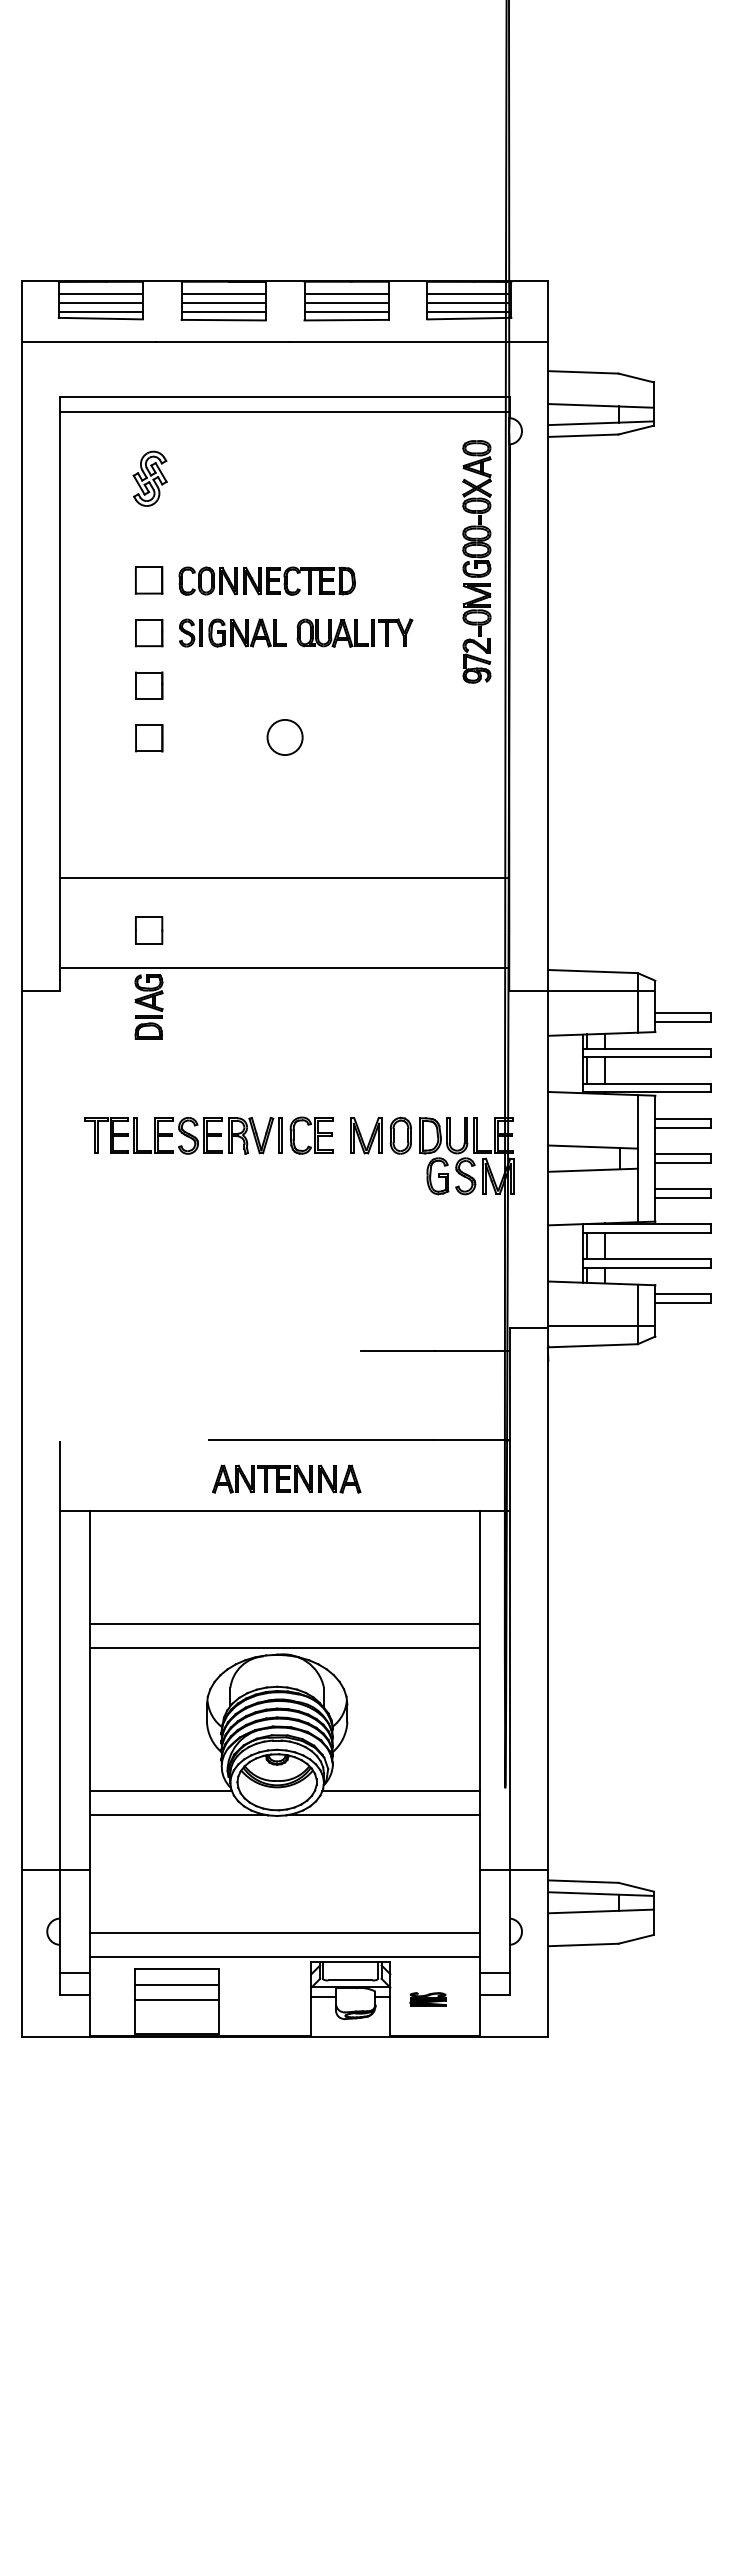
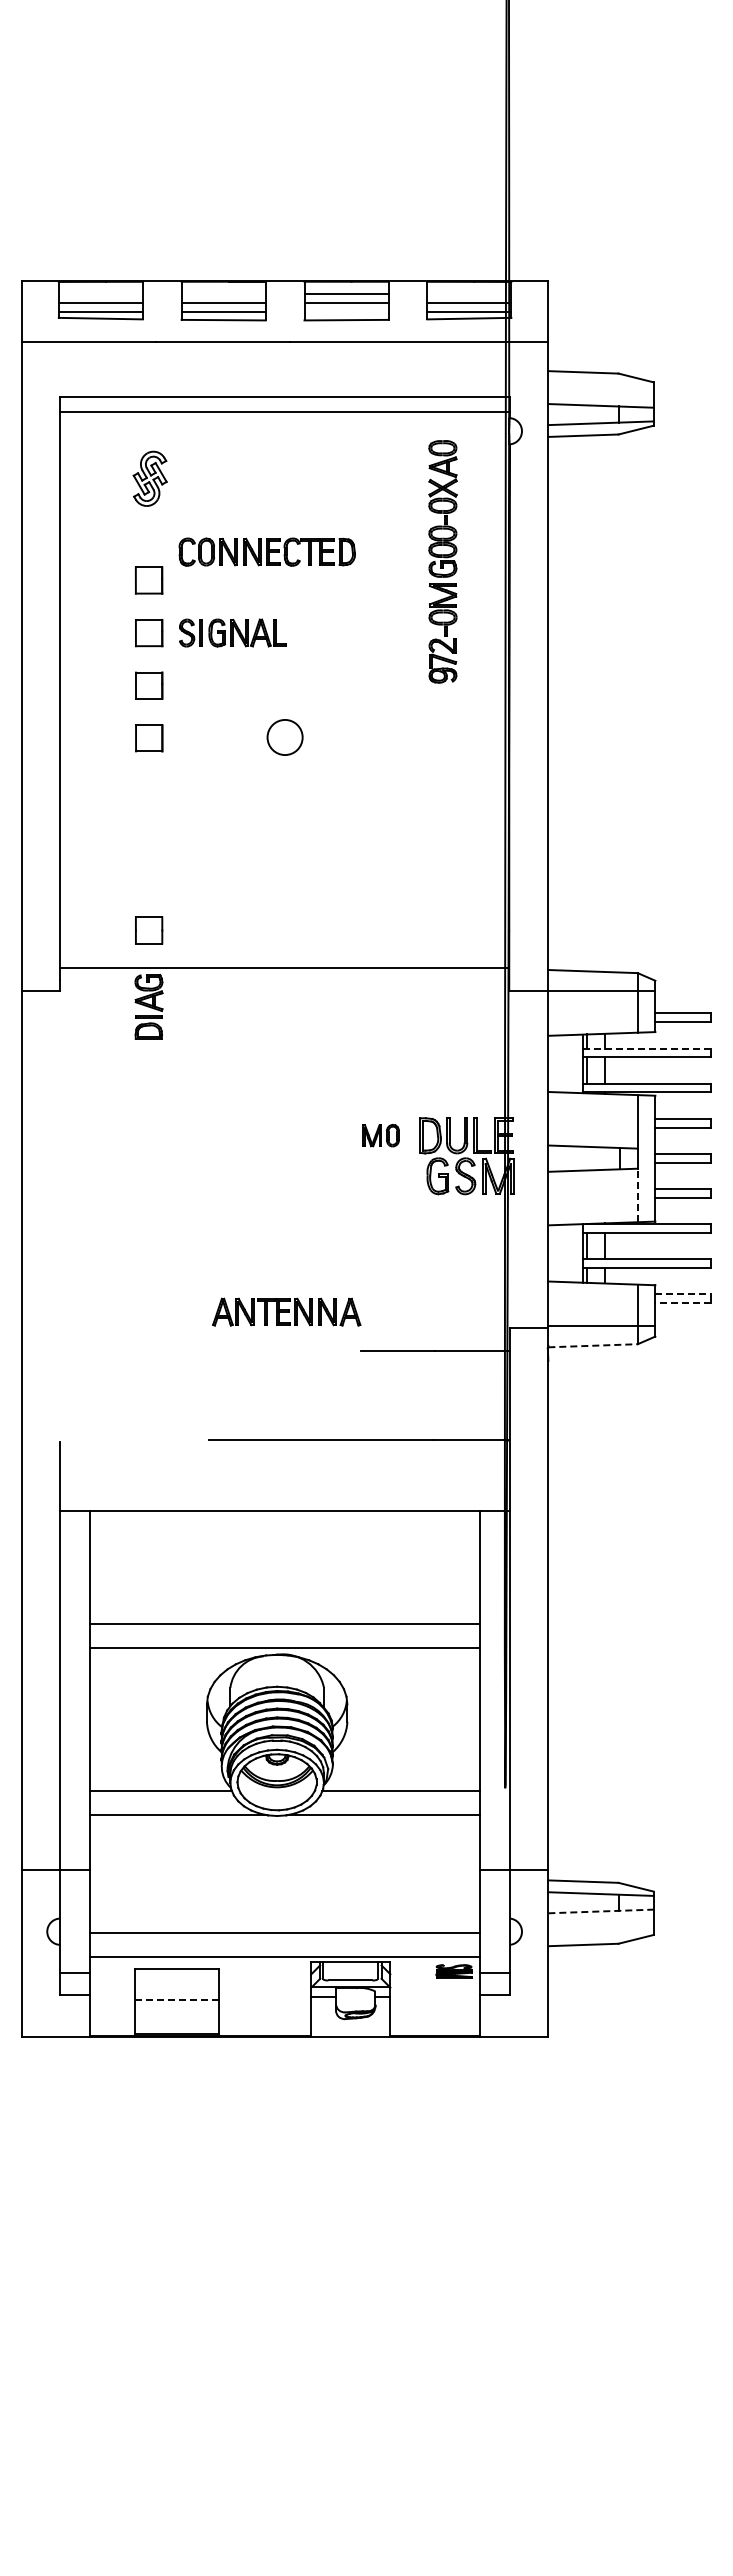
line at (100, 294): present -> none
line at (223, 294): present -> none
line at (469, 294): present -> none
line at (346, 311): present -> none
part at (476, 561) position: (476, 561) -> (442, 561)
part at (266, 580) position: (266, 580) -> (266, 551)
part at (354, 632): present -> none
line at (284, 877): present -> none
line at (647, 1048): solid -> dashed
part at (208, 1135): present -> none
part at (380, 1135) size: 62x39 px -> 38x24 px
line at (637, 1195): solid -> dashed
line at (683, 1294): solid -> dashed
line at (683, 1303): solid -> dashed
line at (593, 1345): solid -> dashed
part at (286, 1478) position: (286, 1478) -> (286, 1311)
line at (600, 1911): solid -> dashed
line at (176, 1984): present -> none
part at (427, 1999) position: (427, 1999) -> (453, 1971)
line at (176, 2000): solid -> dashed
